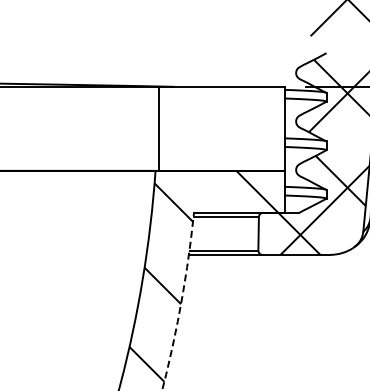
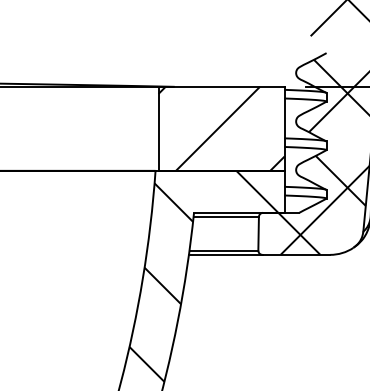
hatch at (221, 128): none -> present
arc at (181, 302): dashed -> solid
